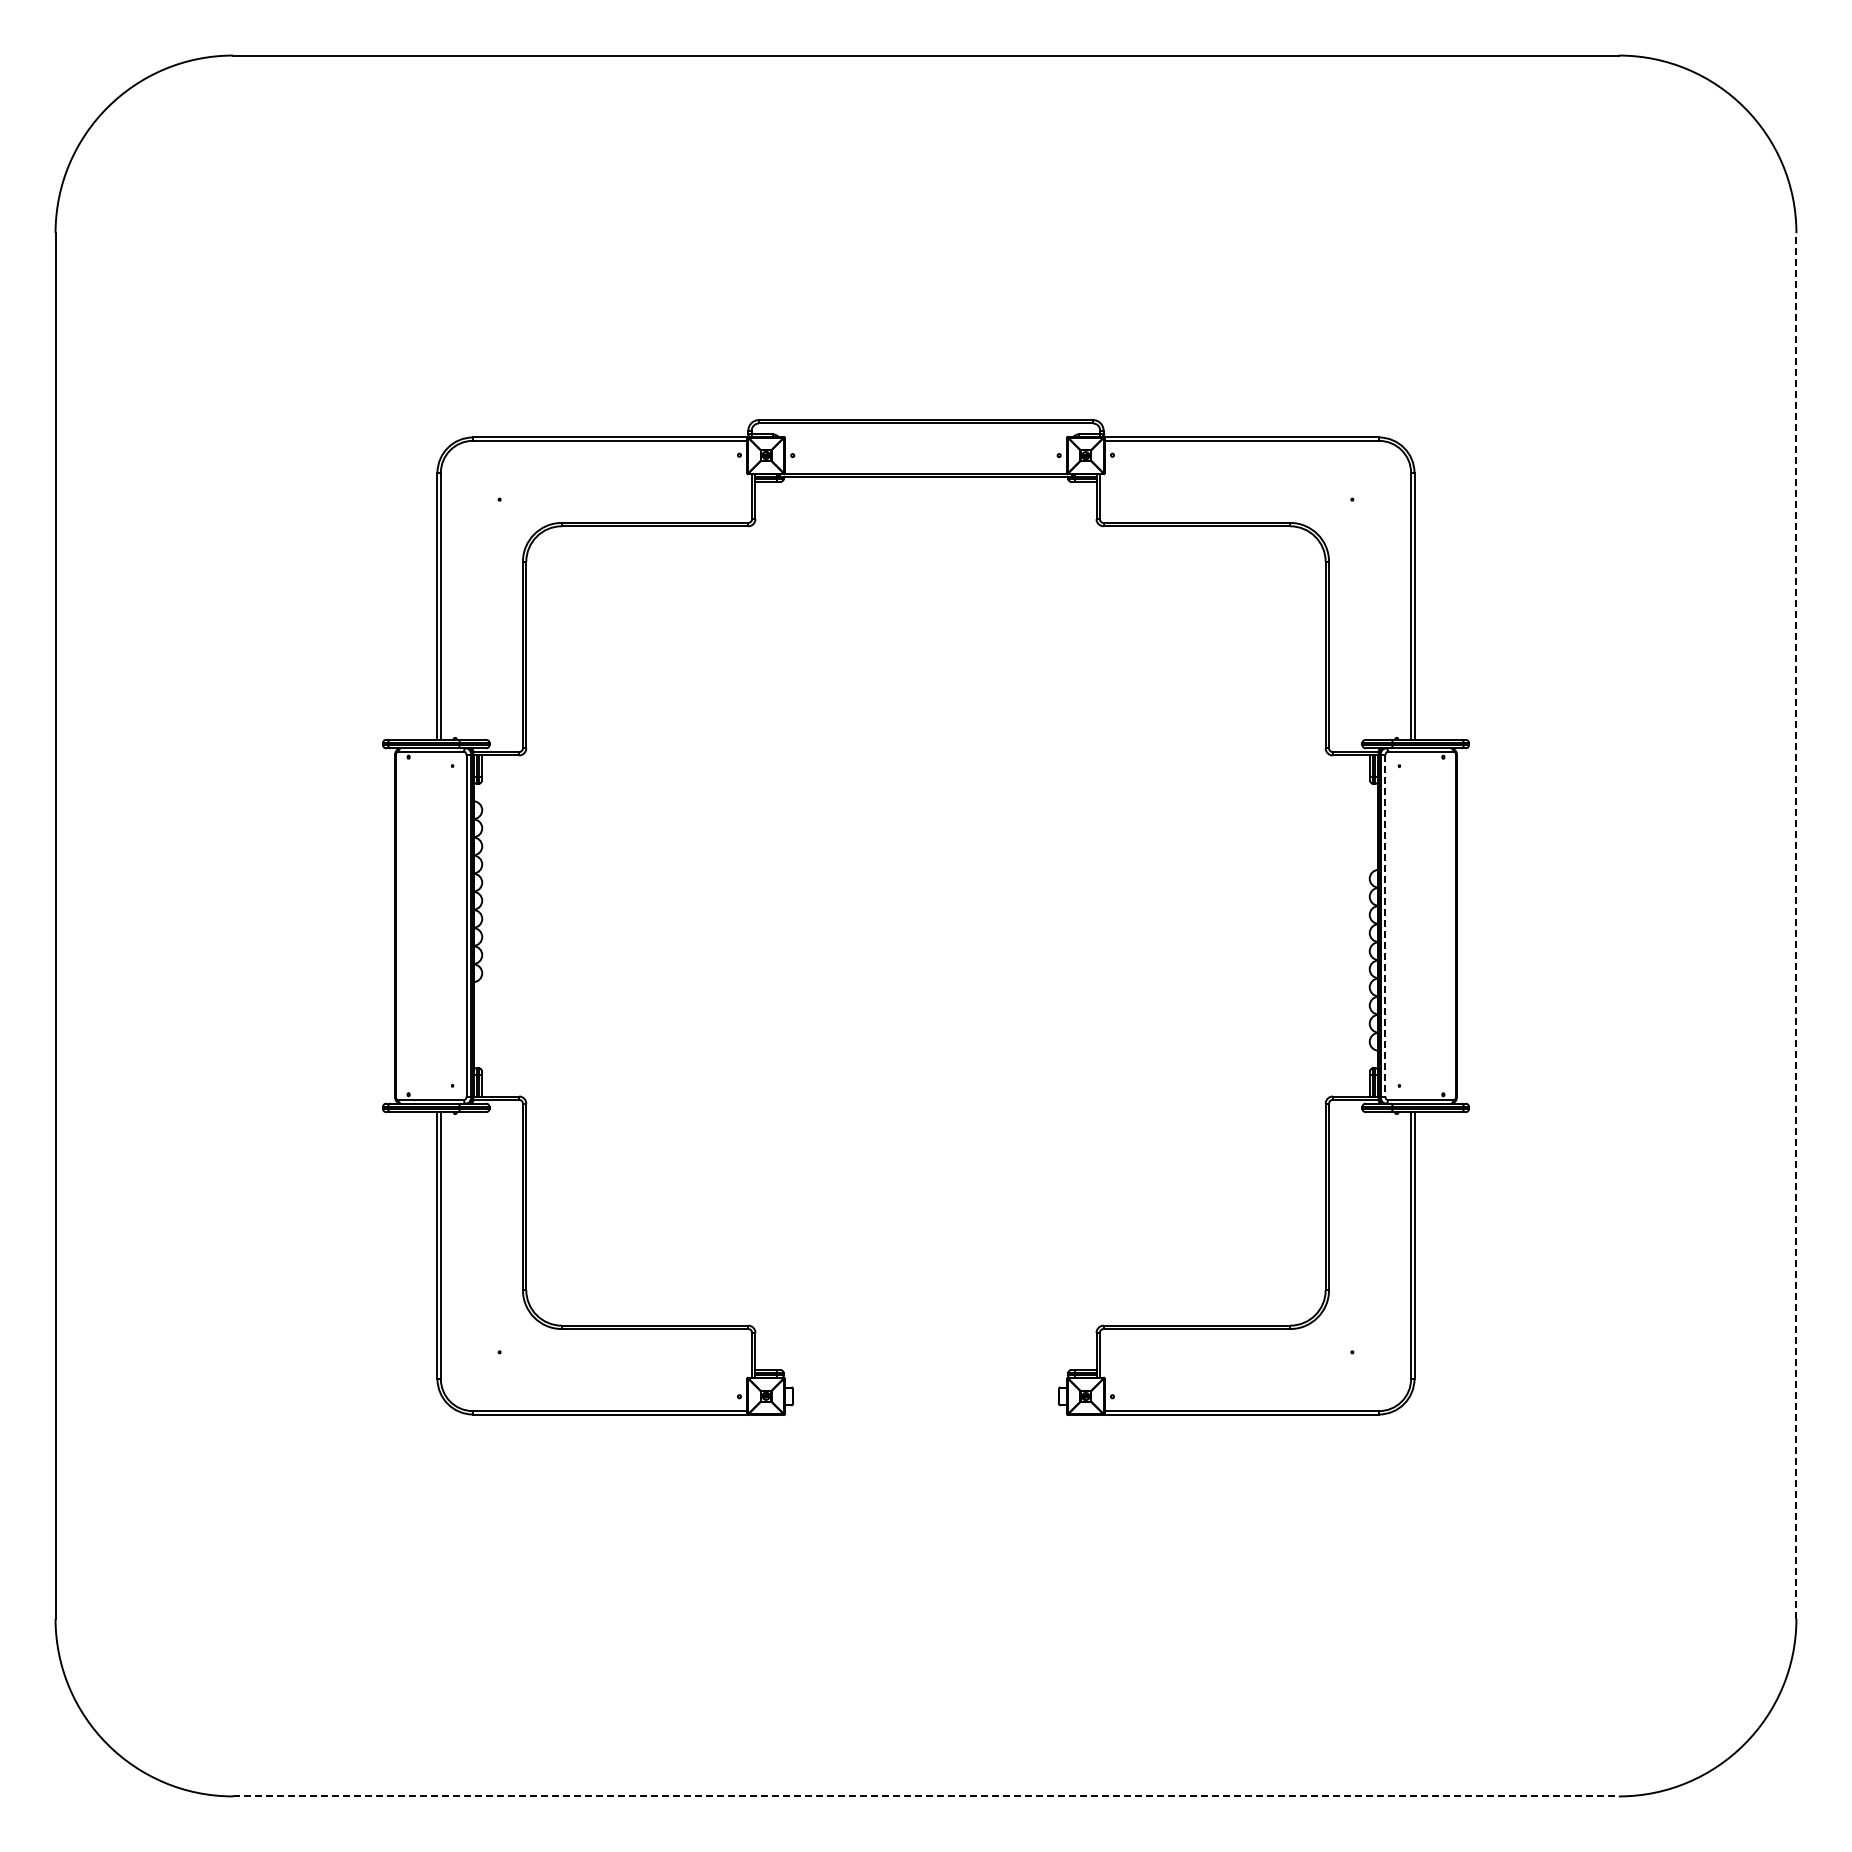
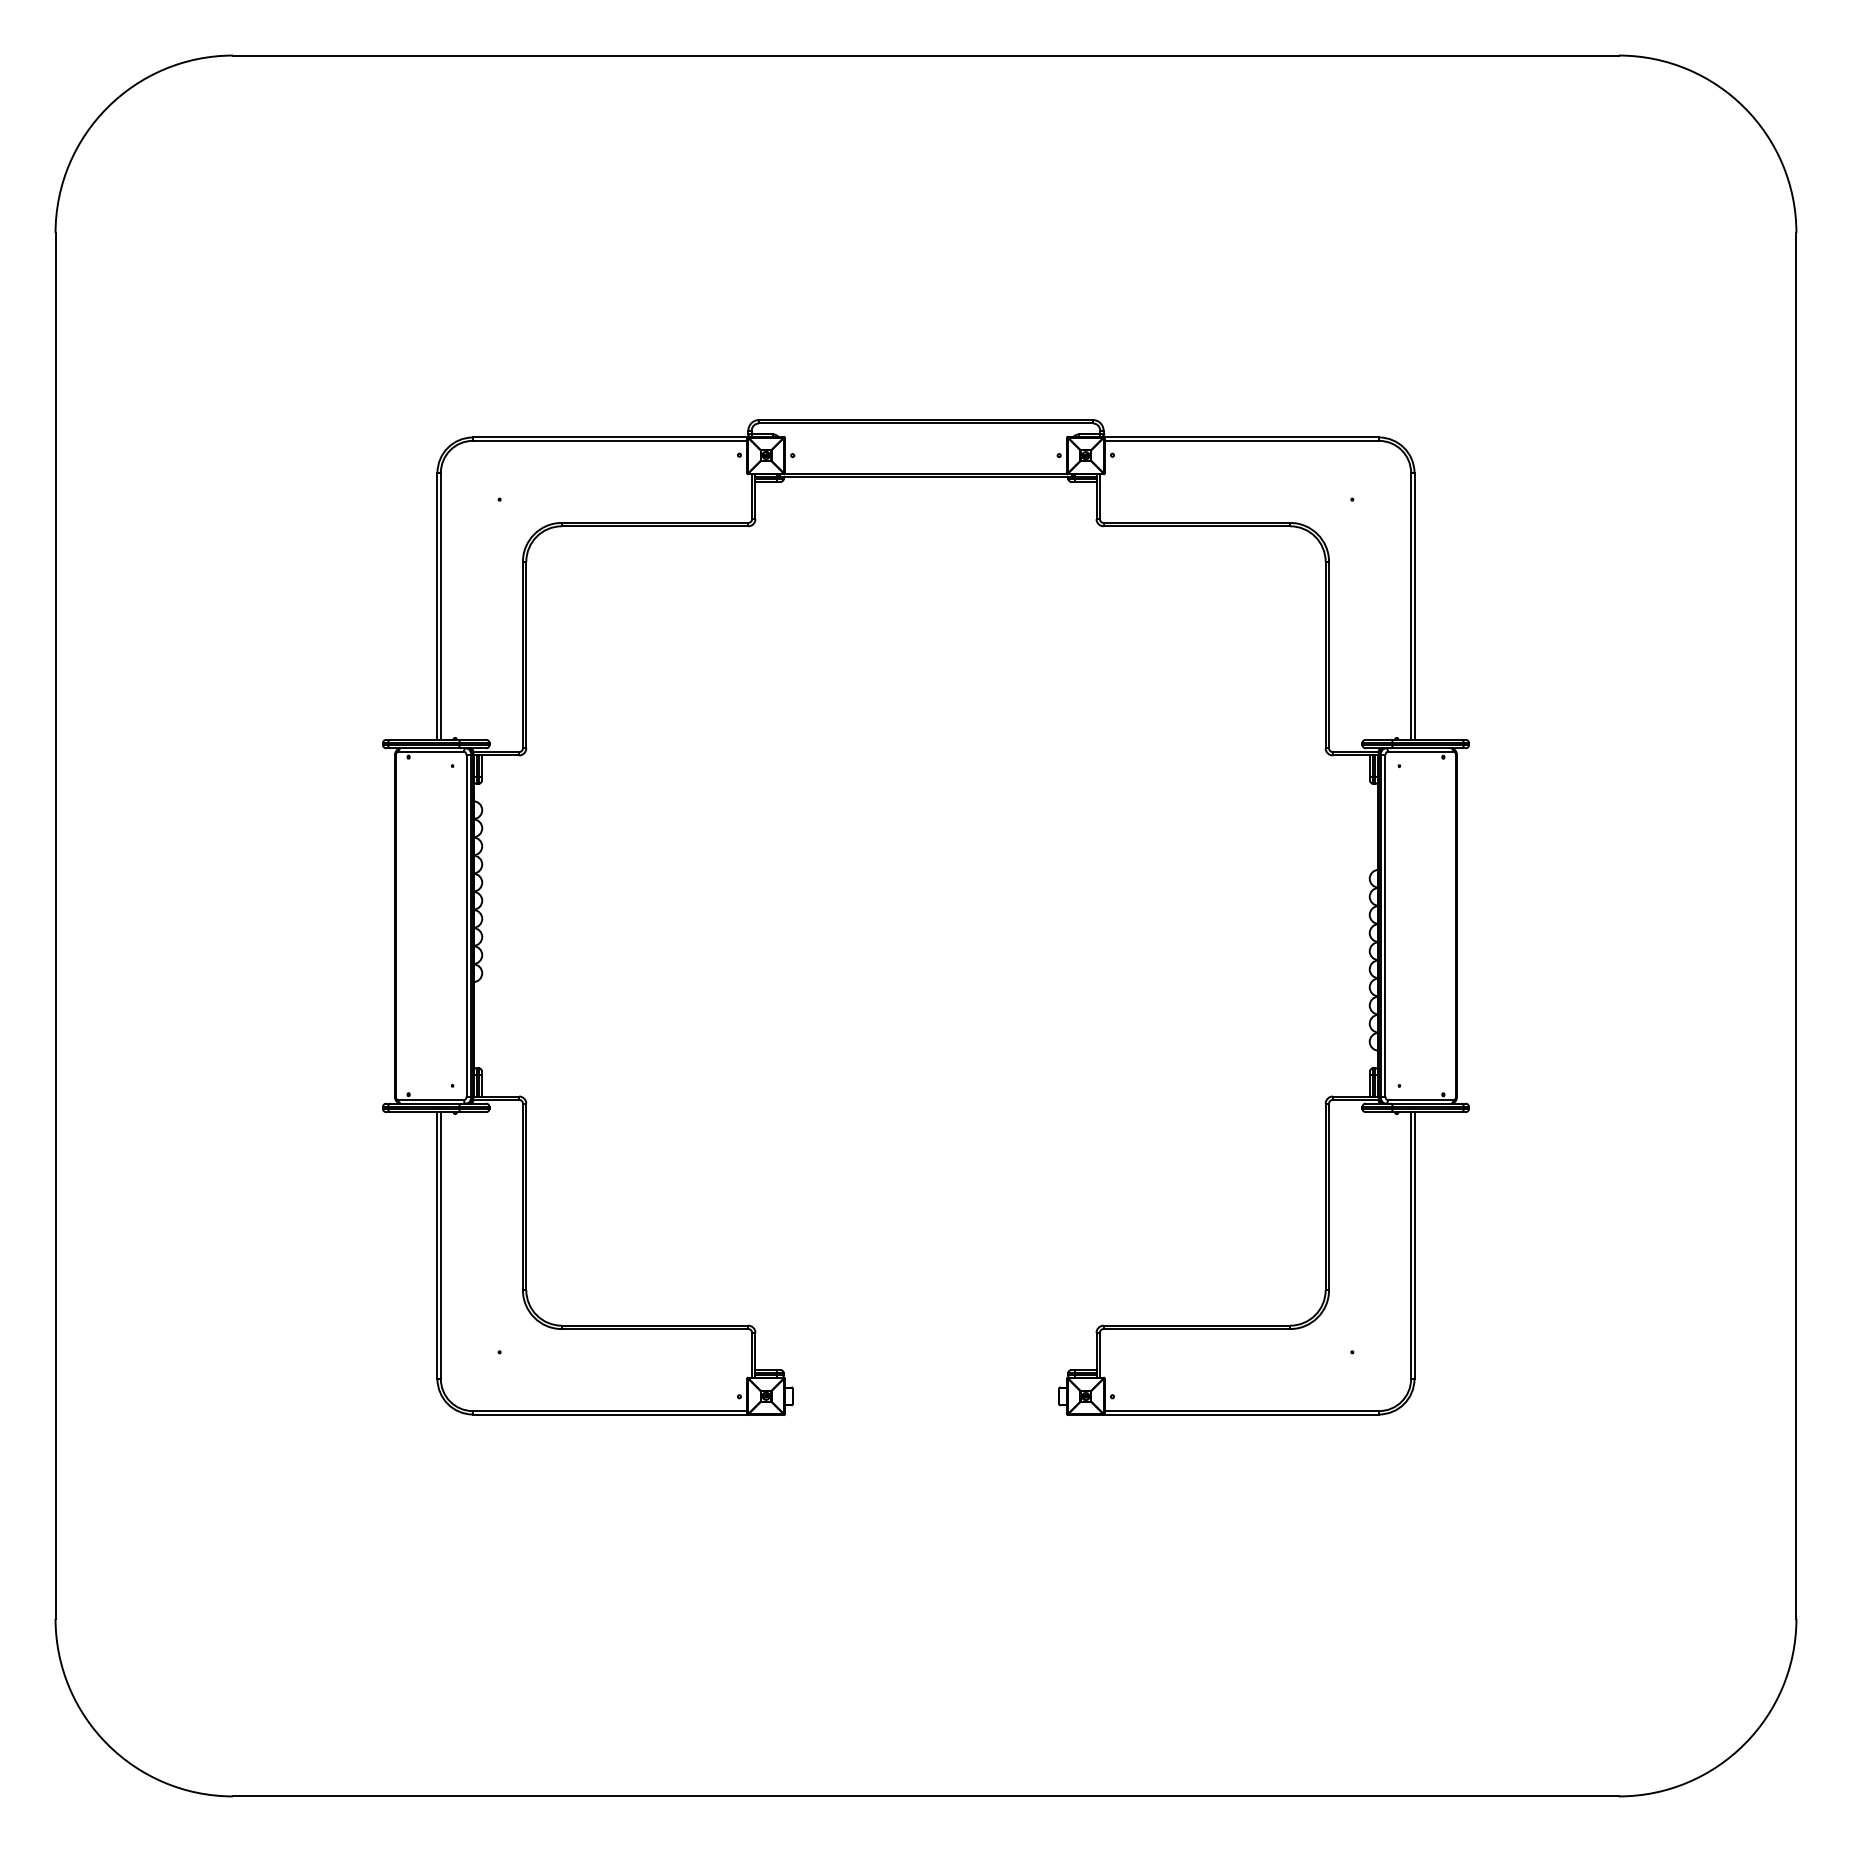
line at (1385, 925): dashed -> solid
line at (1796, 925): dashed -> solid
line at (926, 1796): dashed -> solid
